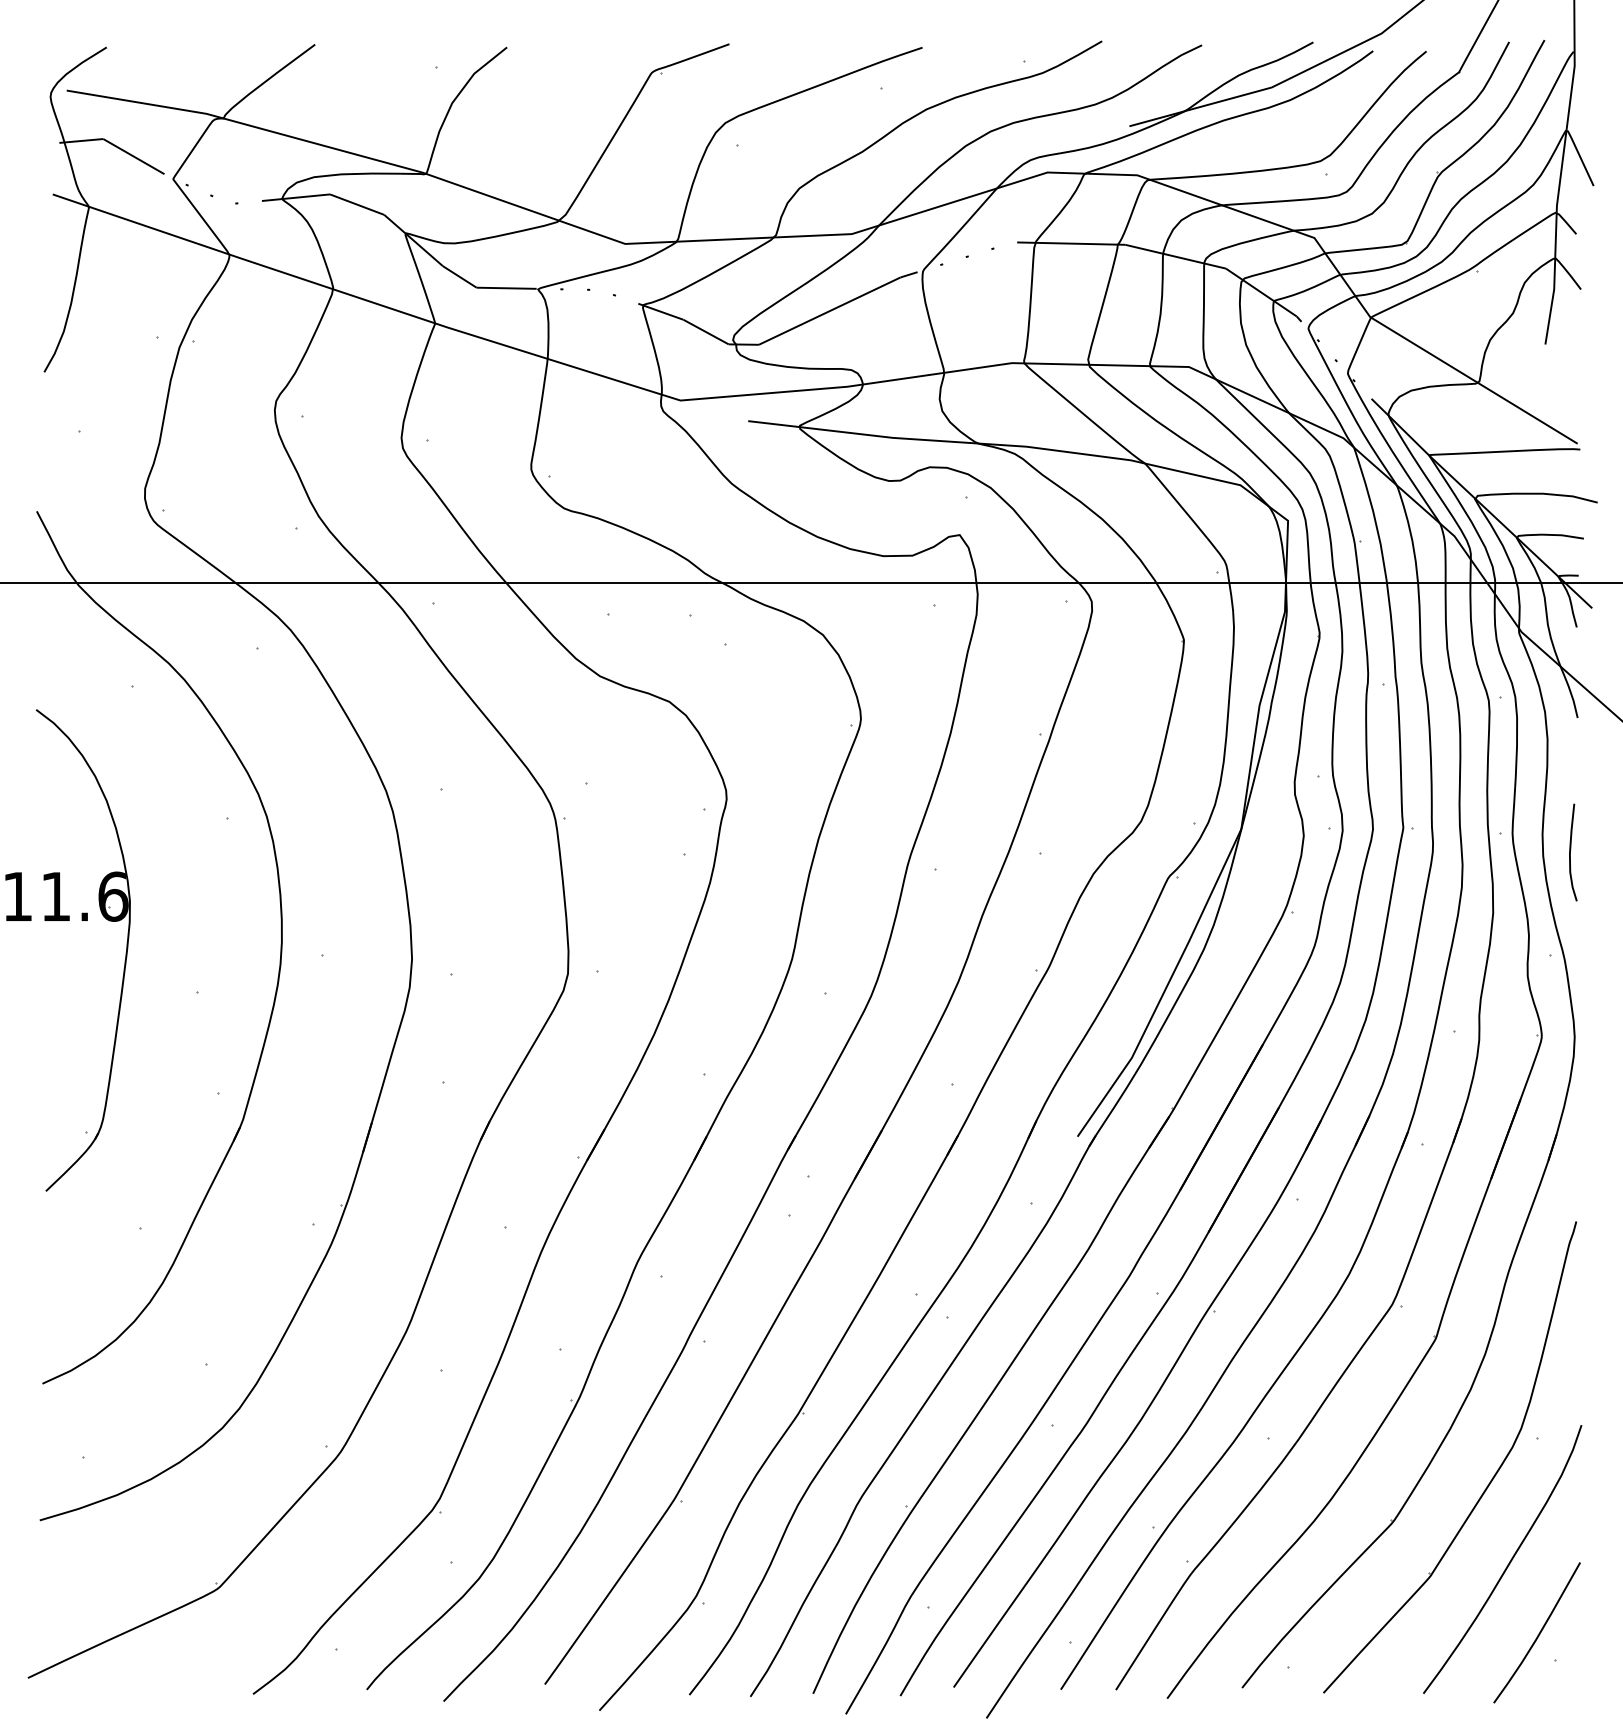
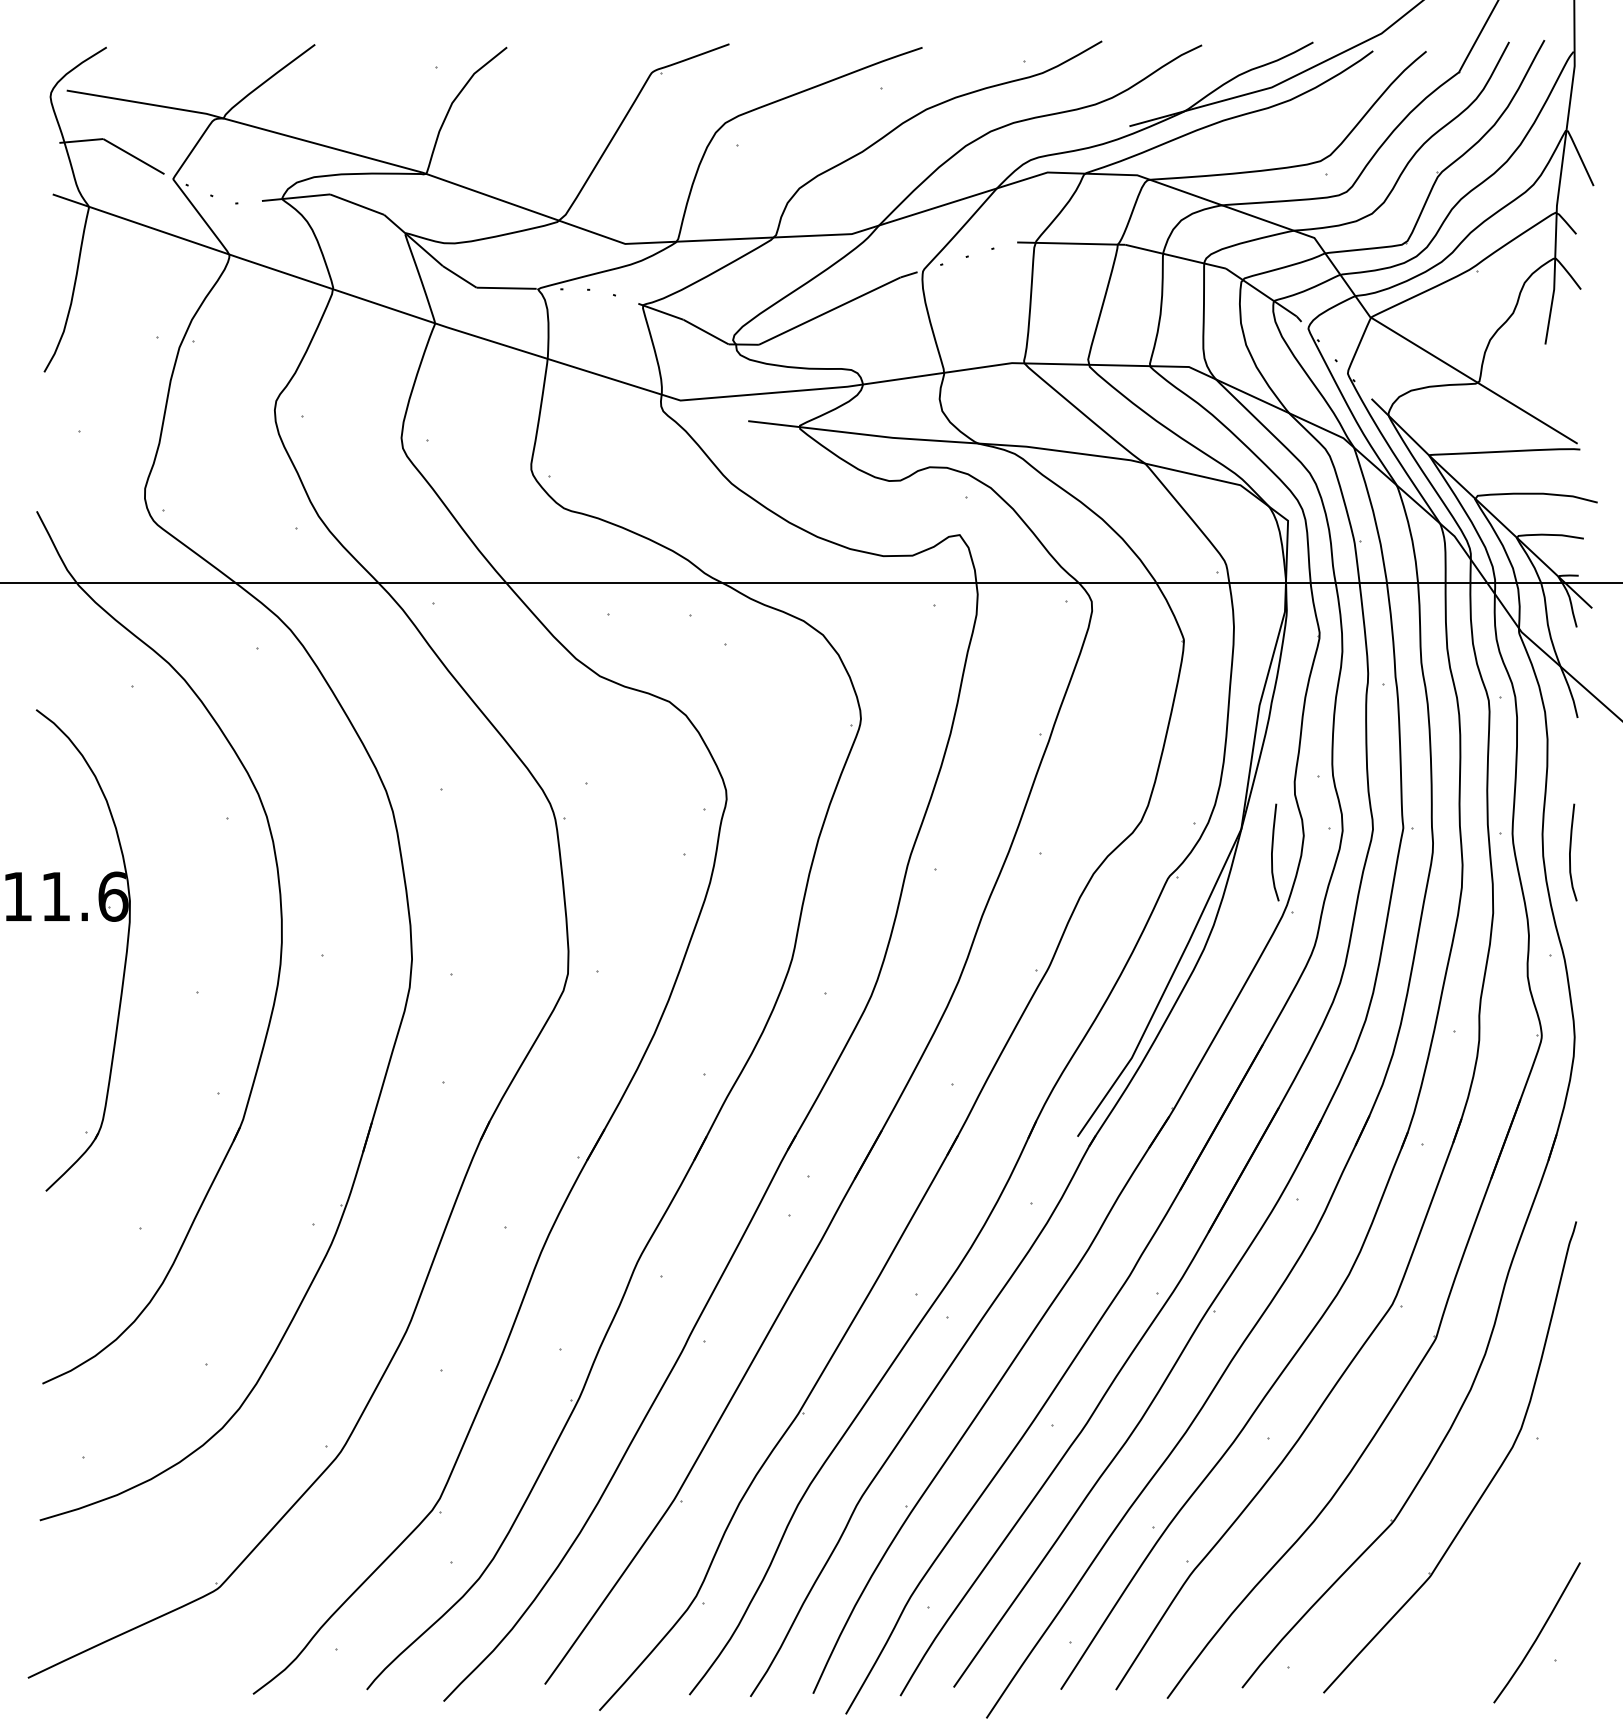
curve at (1272, 852): none -> present
curve at (1507, 1564): present -> none
